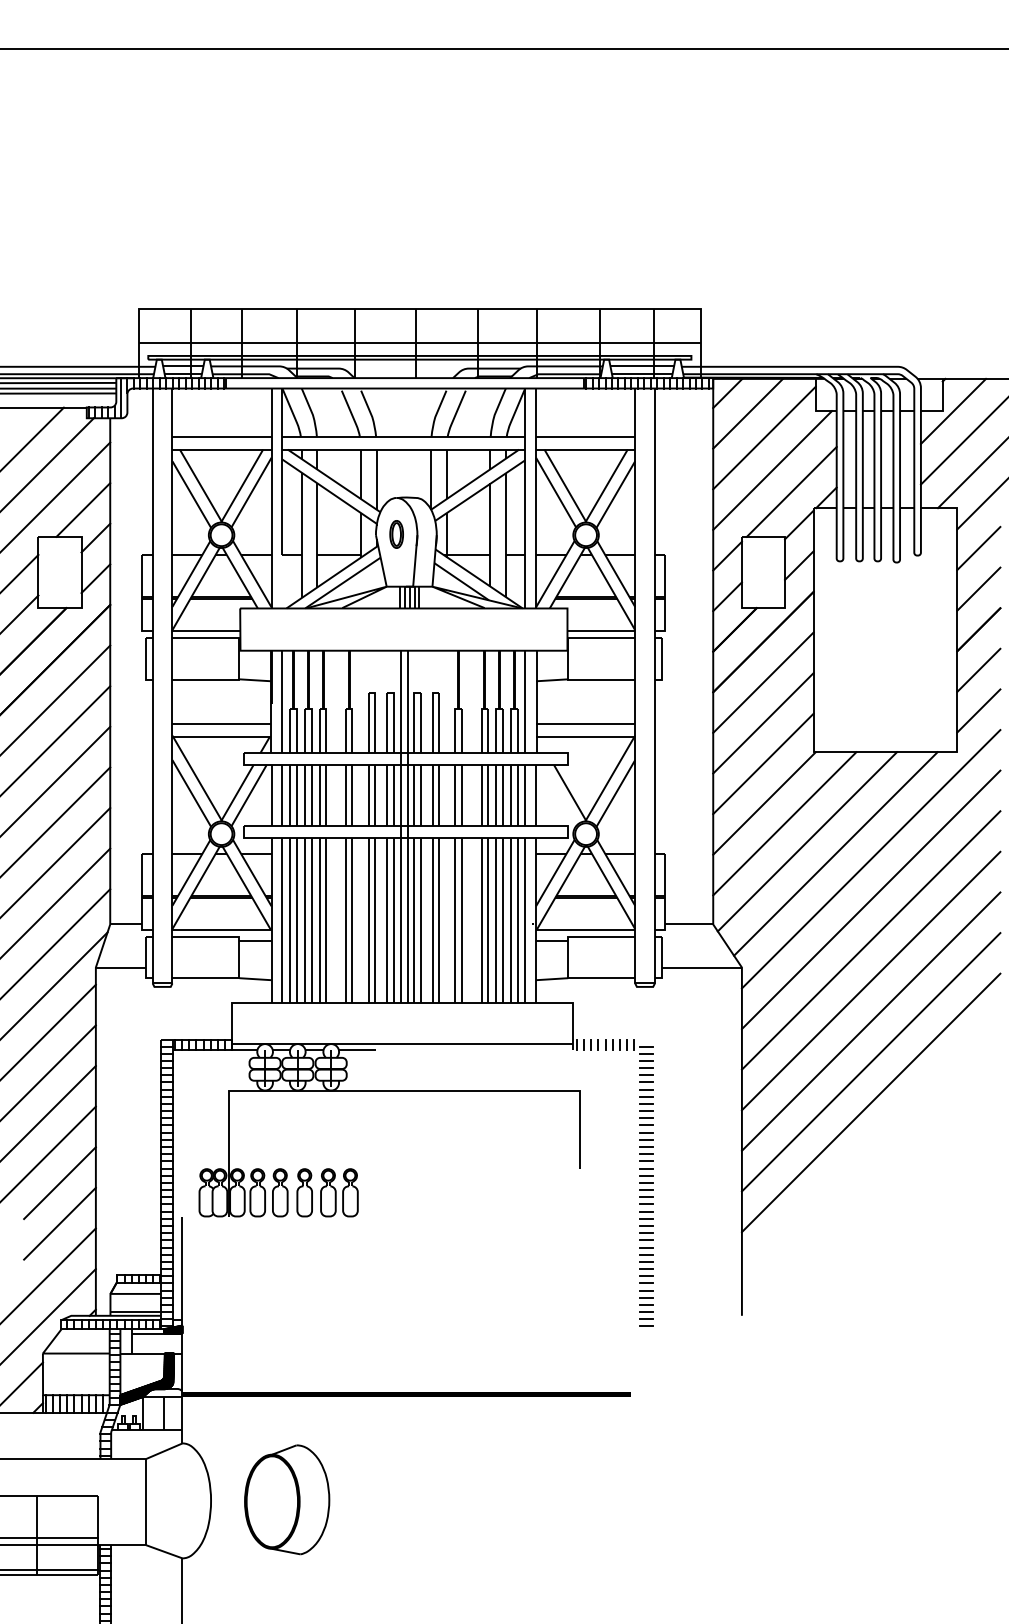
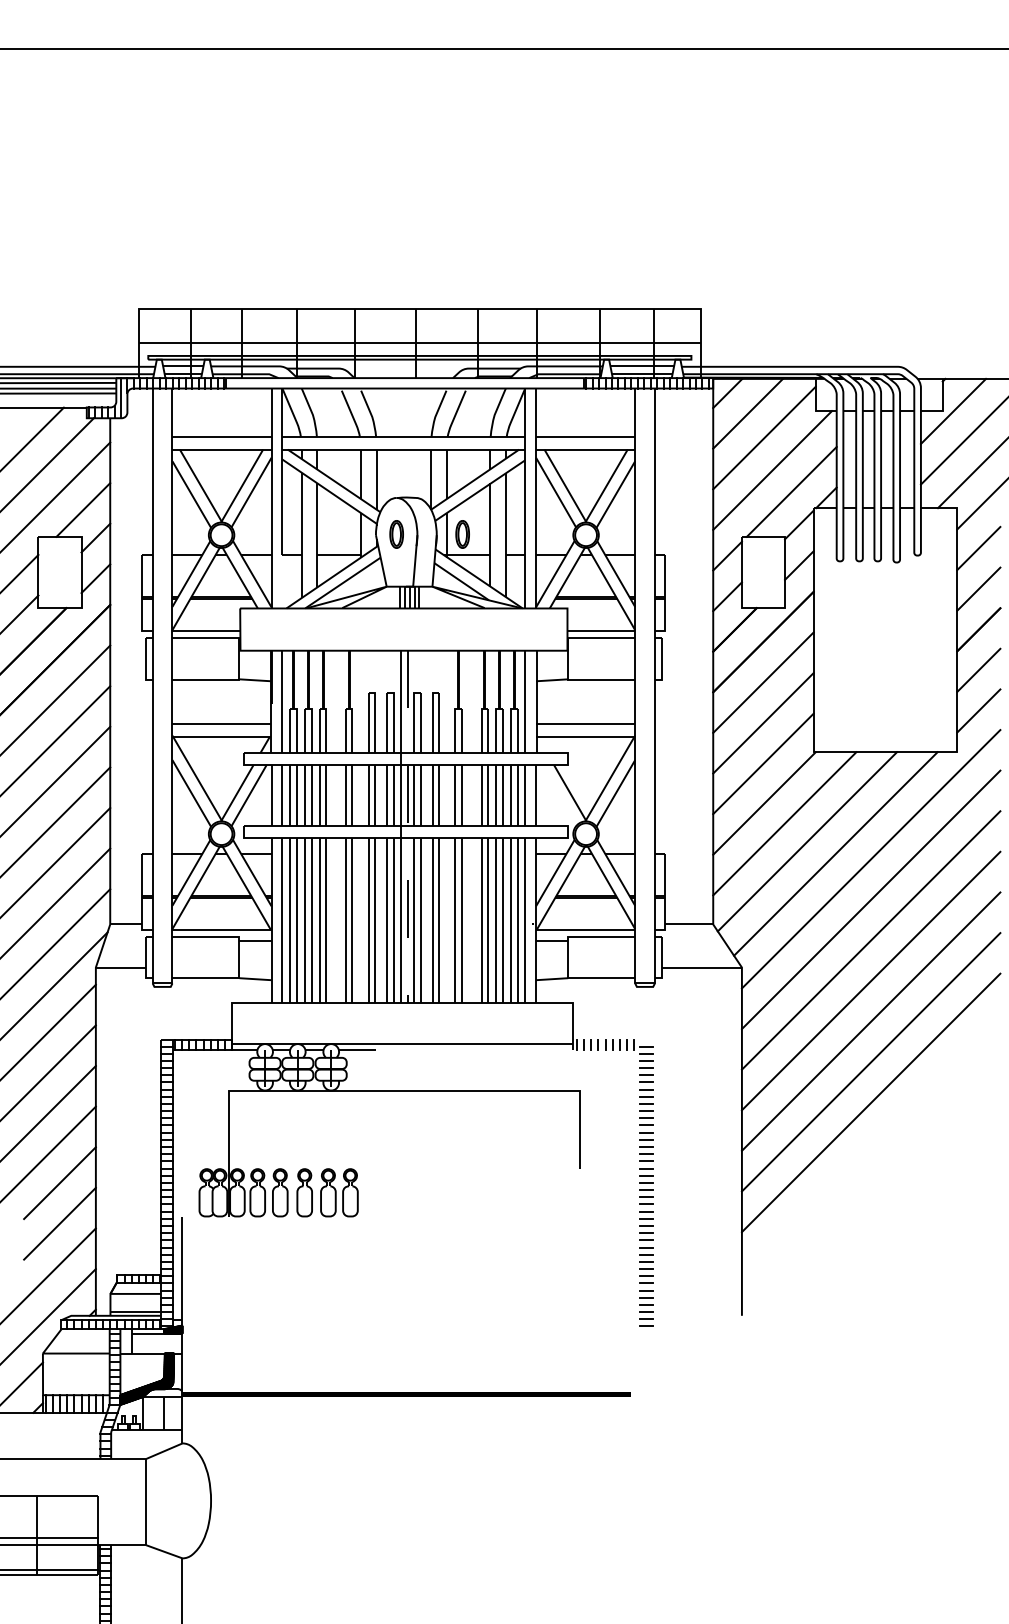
part at (462, 534): none -> present
line at (408, 827): solid -> dashed
part at (287, 1499): present -> none
